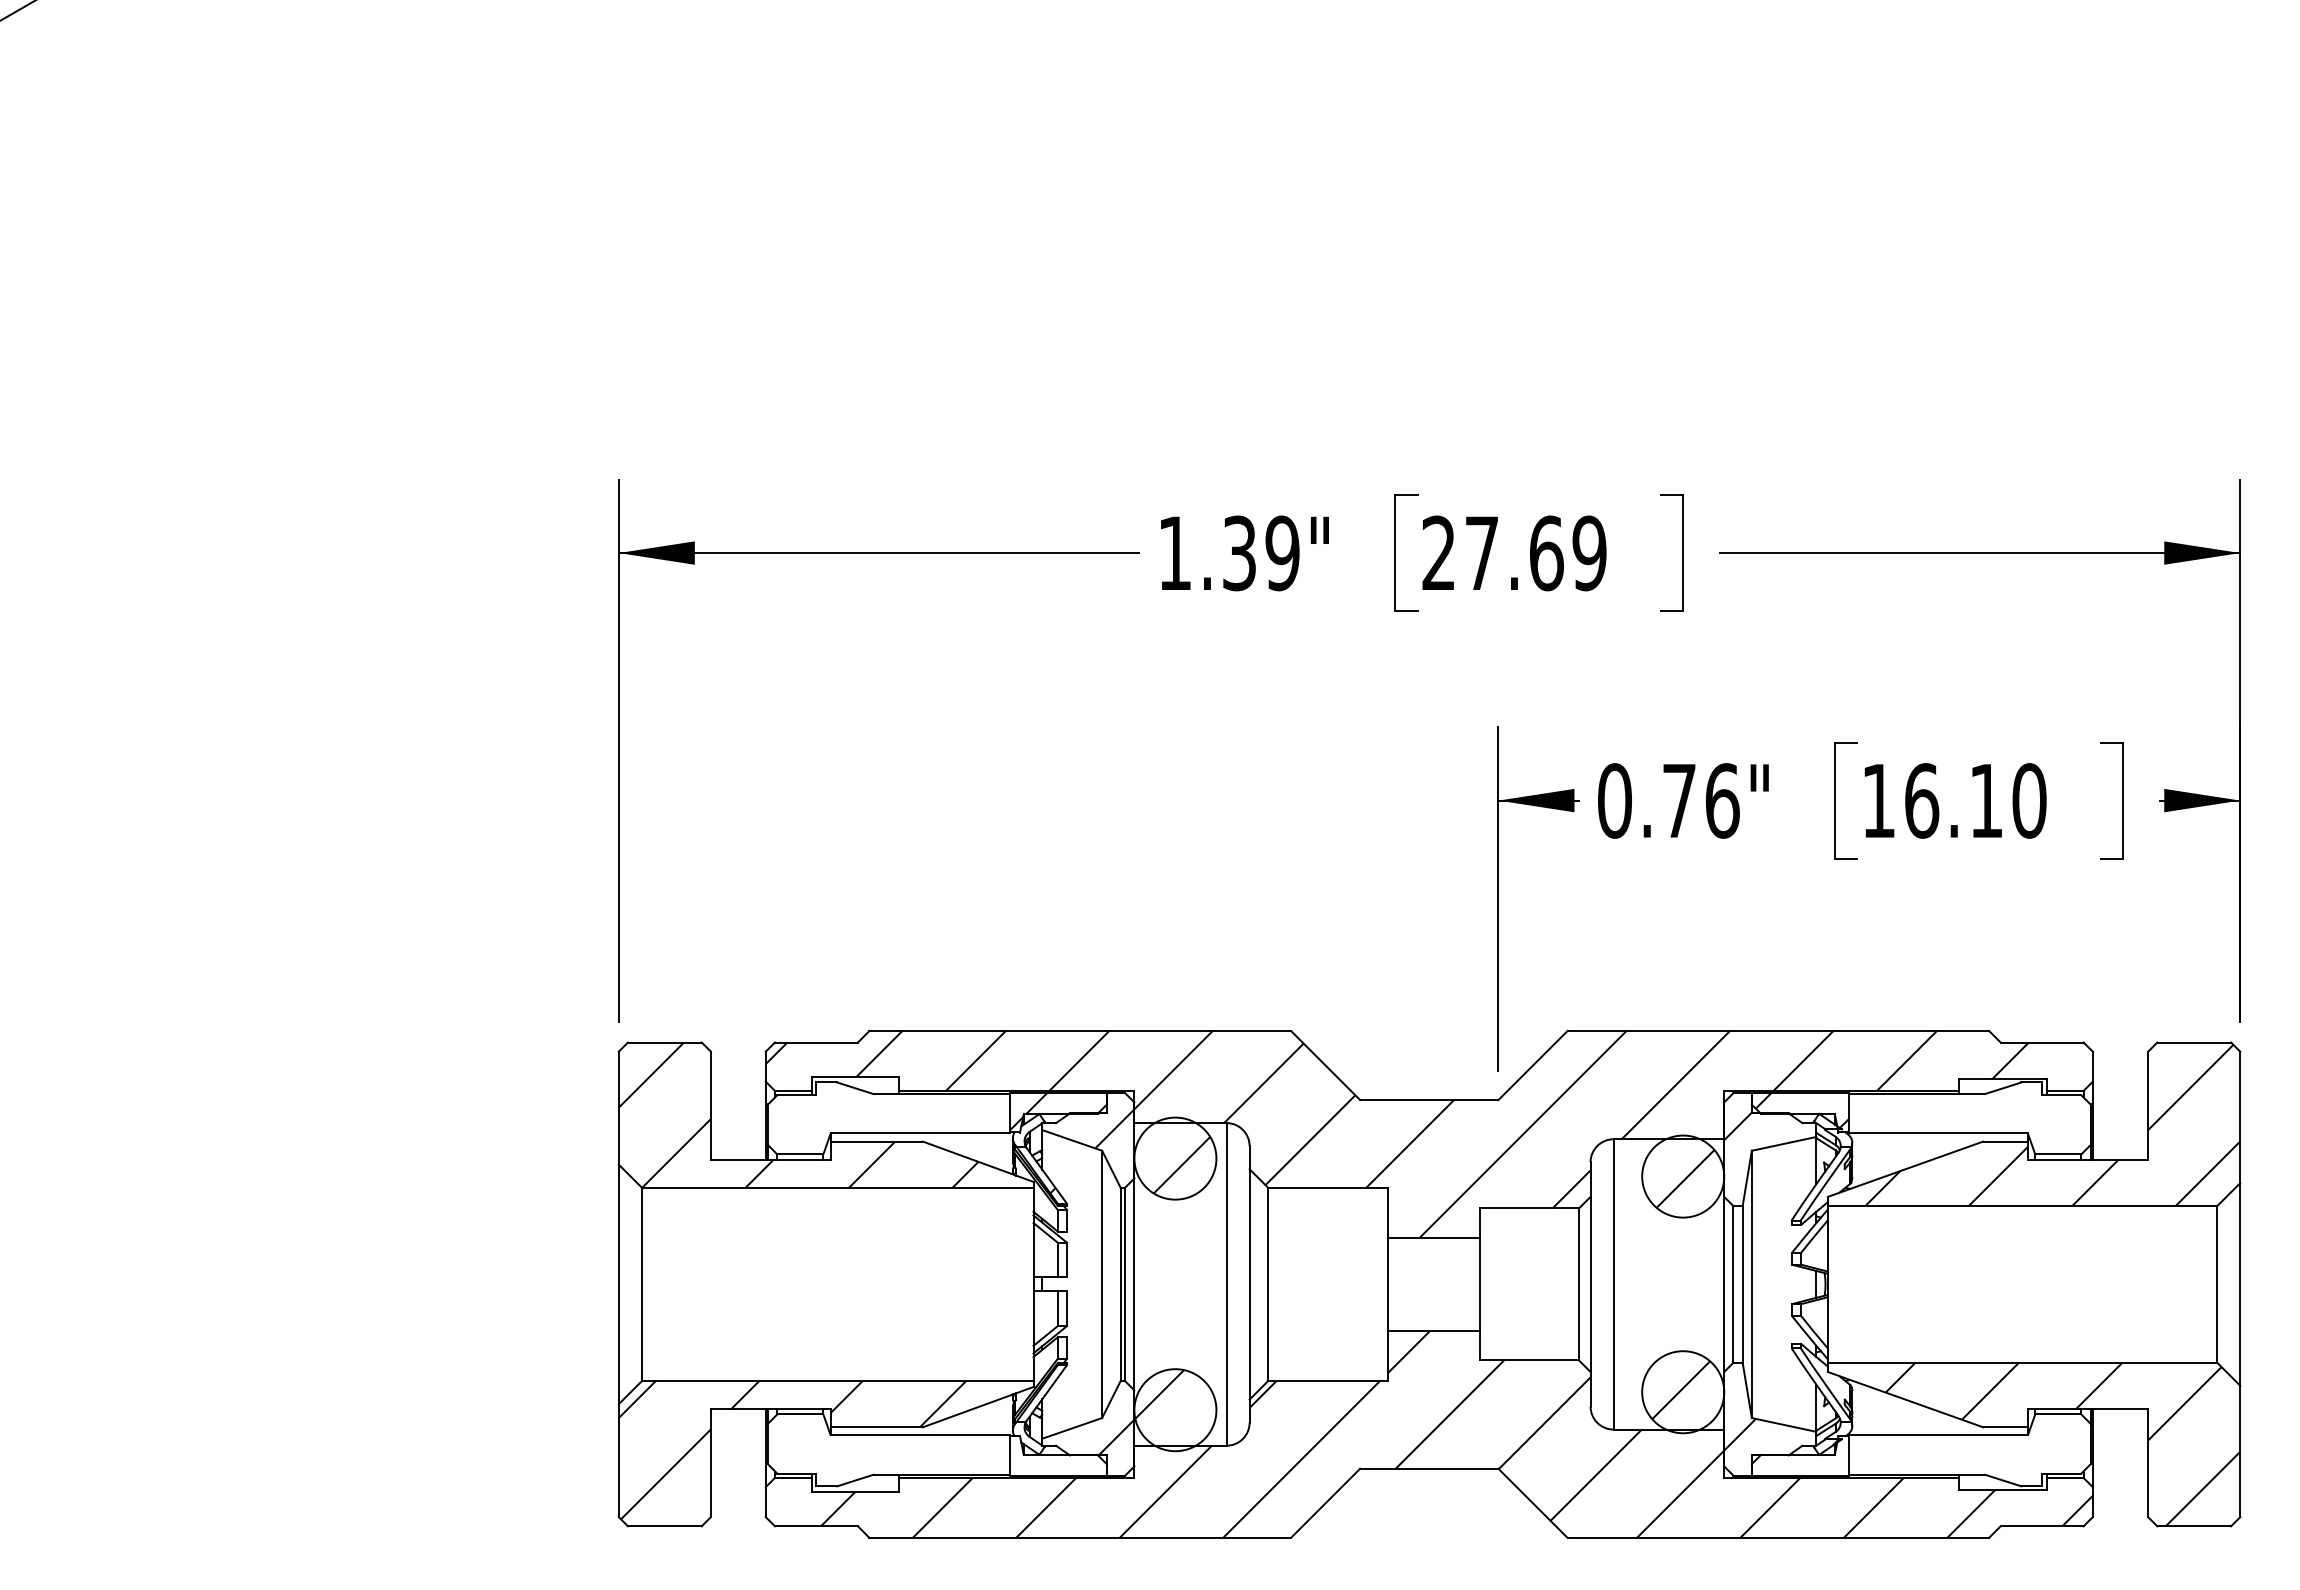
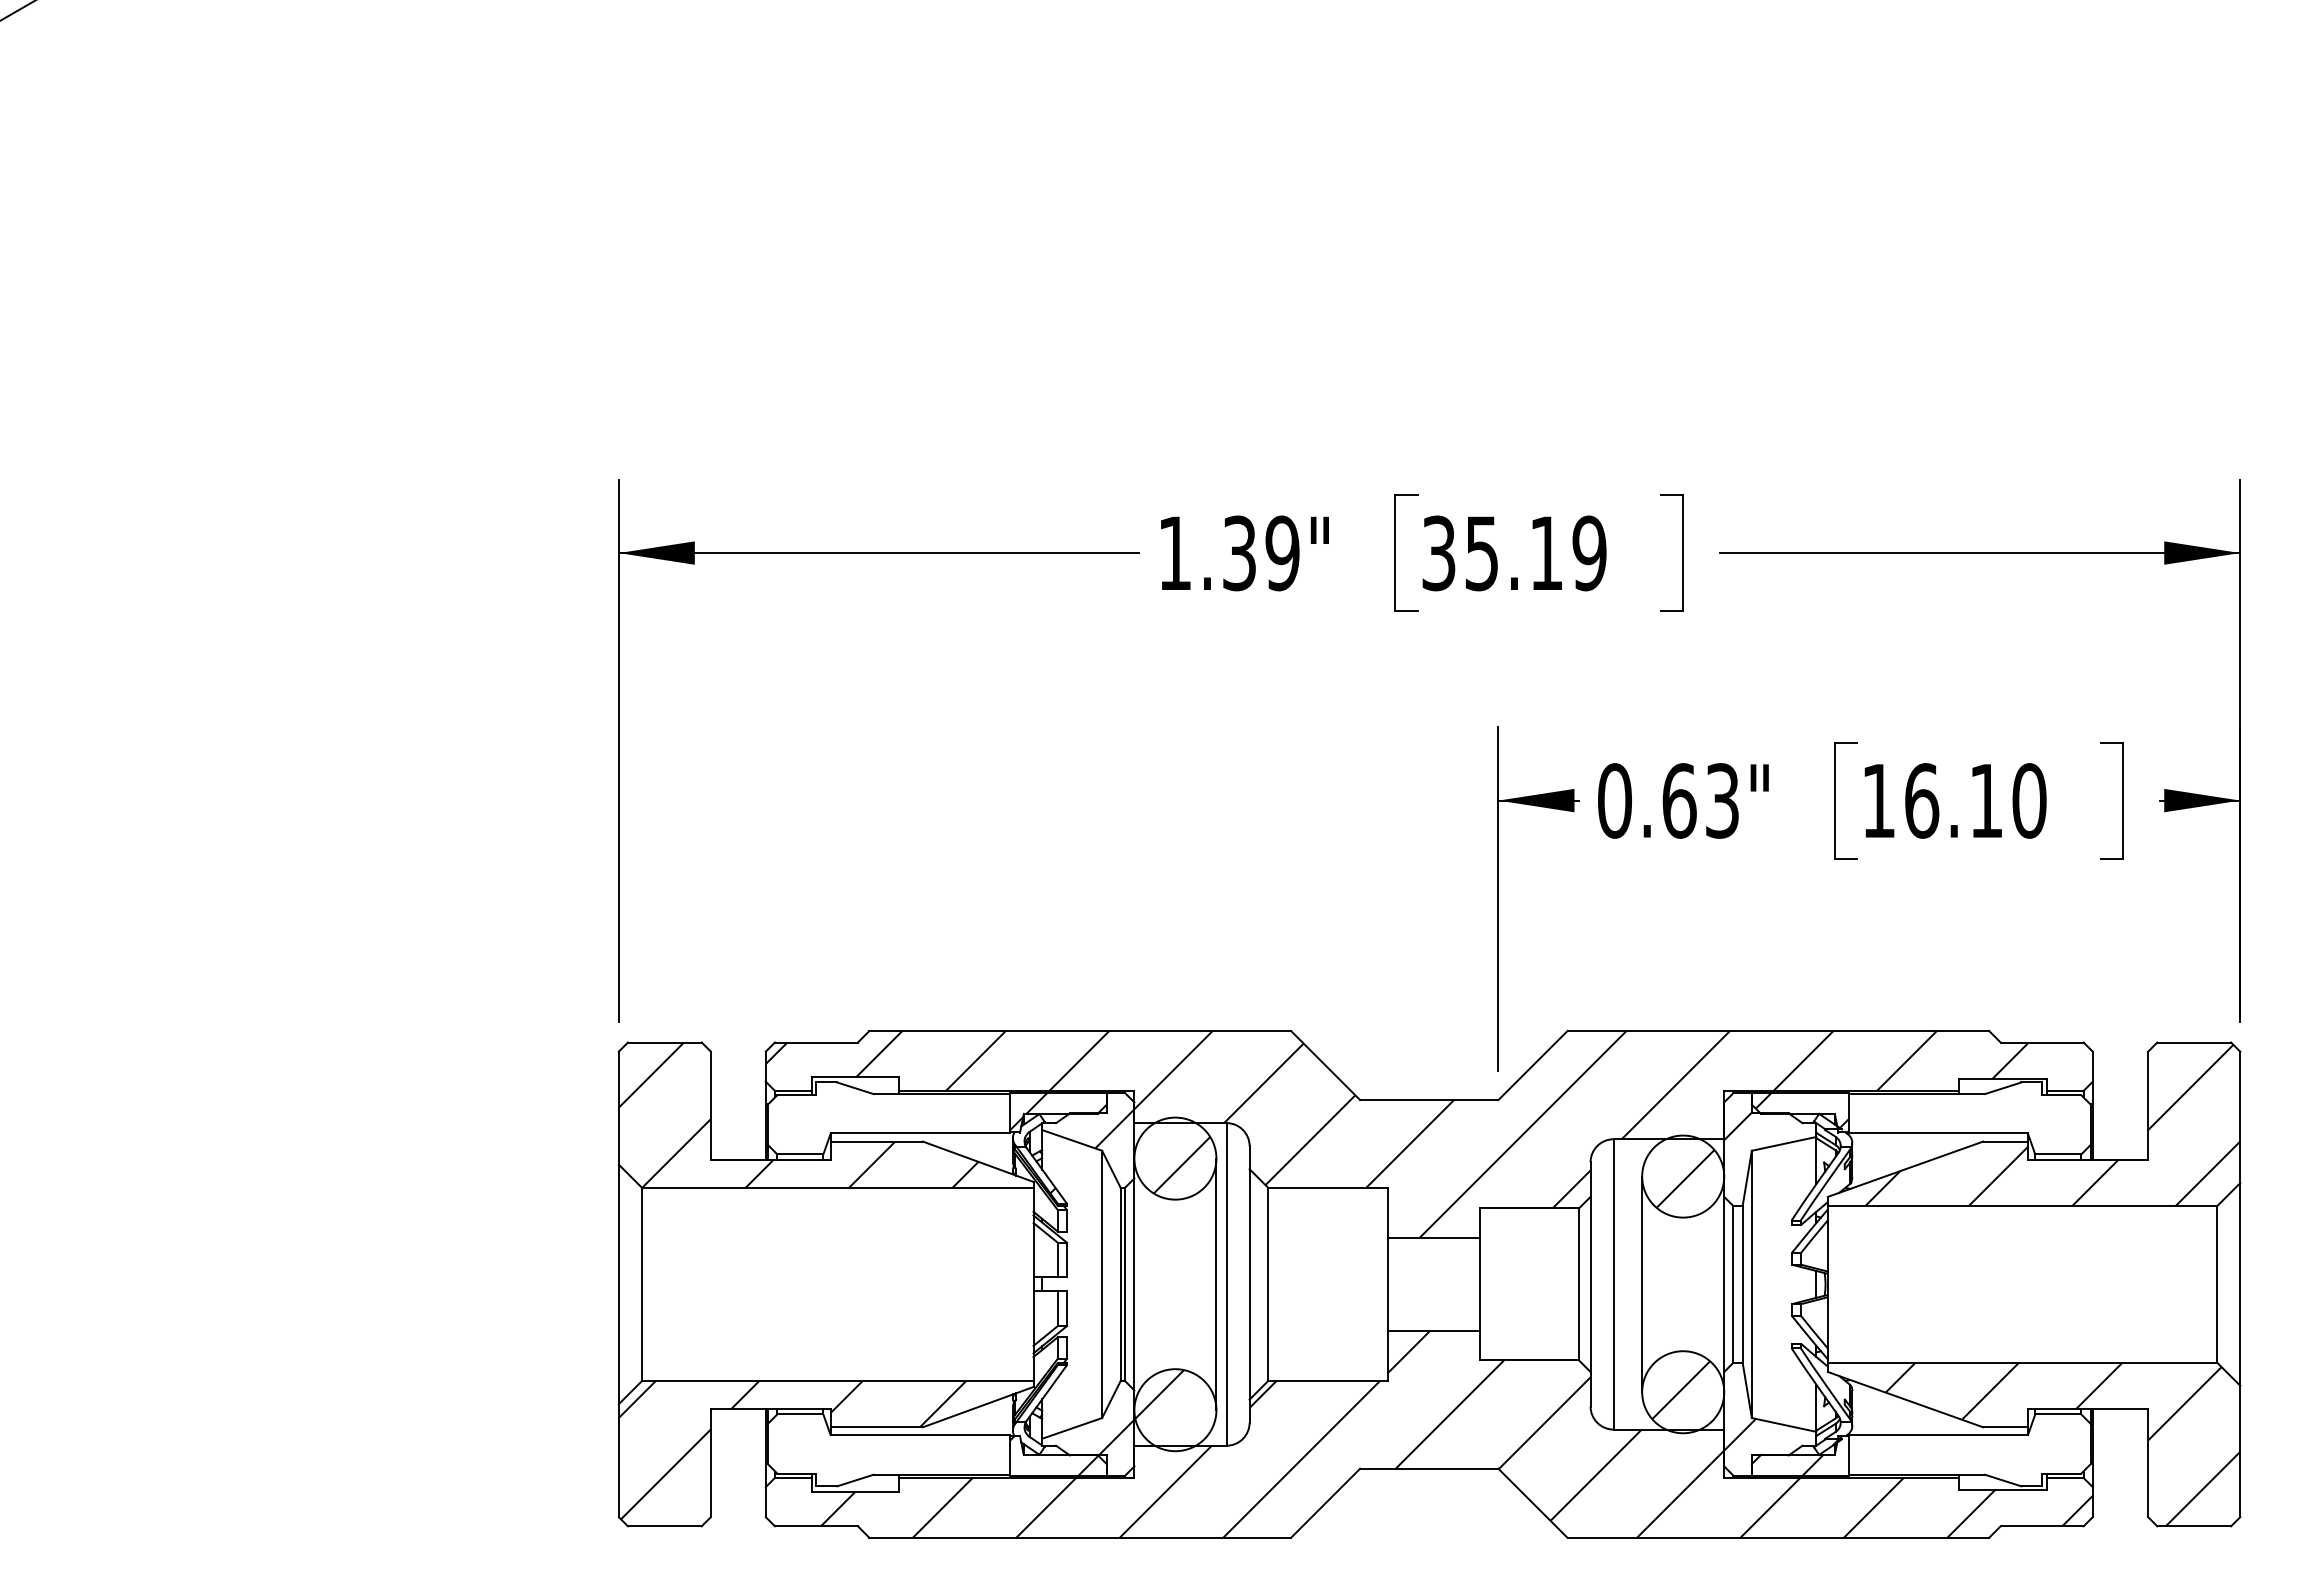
text at (1492, 553): 27.69 -> 35.19
text at (1700, 800): 0.76" -> 0.63"
line at (1216, 1284): none -> present
line at (1642, 1284): none -> present
hatch at (1053, 1455): none -> present
hatch at (1821, 1455): none -> present
